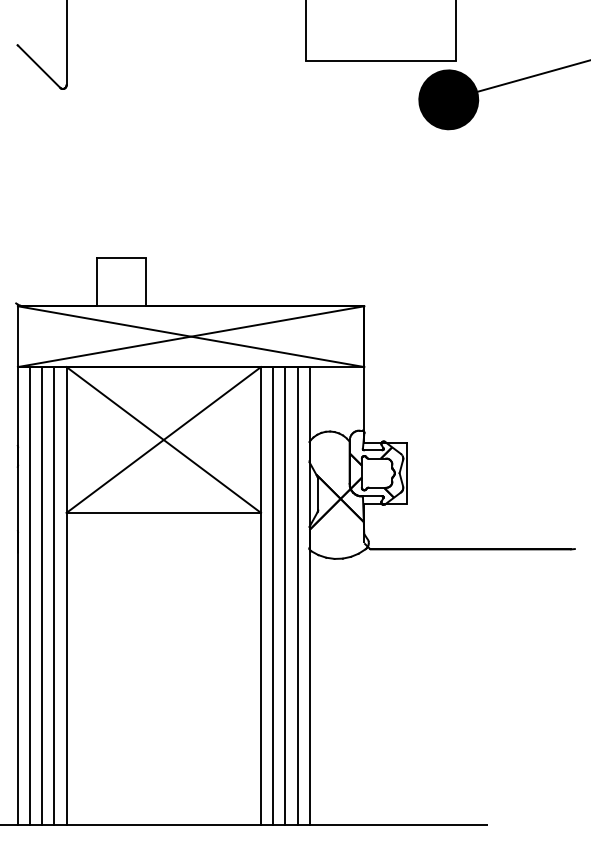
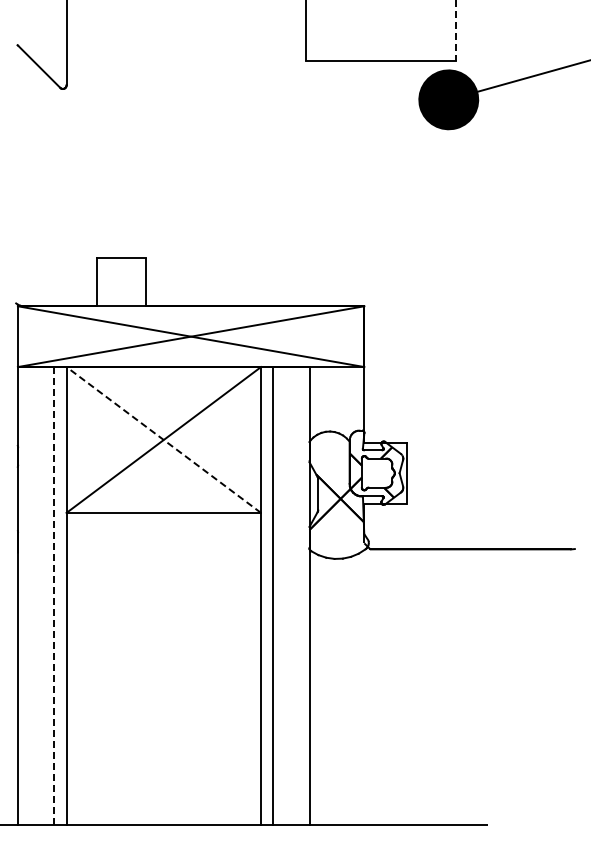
line at (455, 30): solid -> dashed
line at (163, 439): solid -> dashed
line at (54, 595): solid -> dashed
line at (30, 596): present -> none
line at (42, 596): present -> none
line at (285, 596): present -> none
line at (297, 596): present -> none
